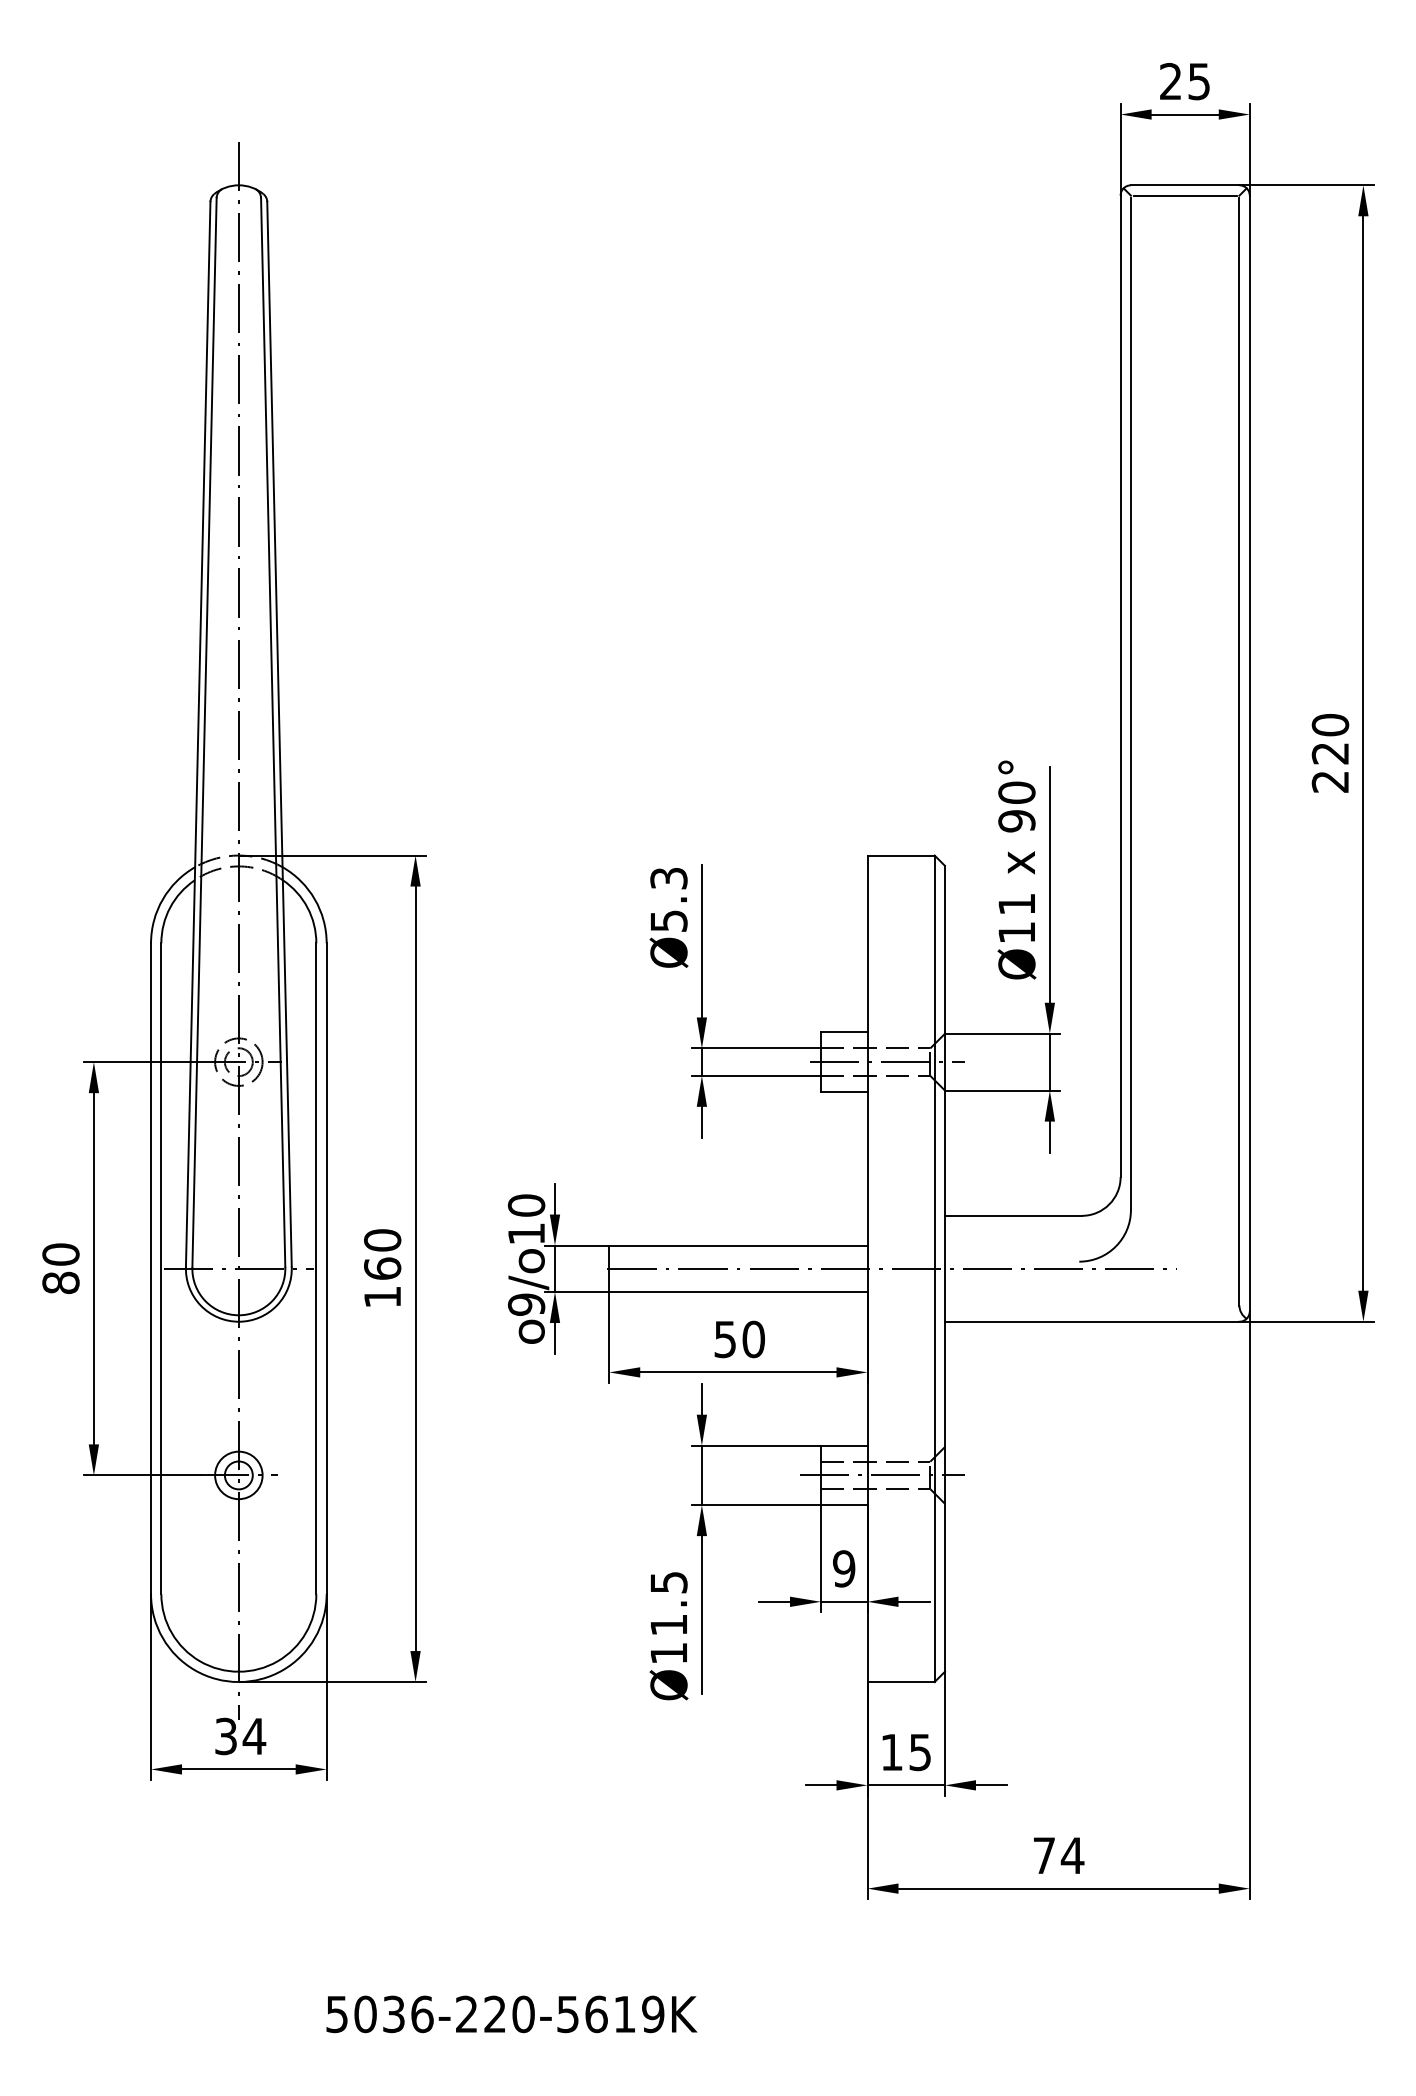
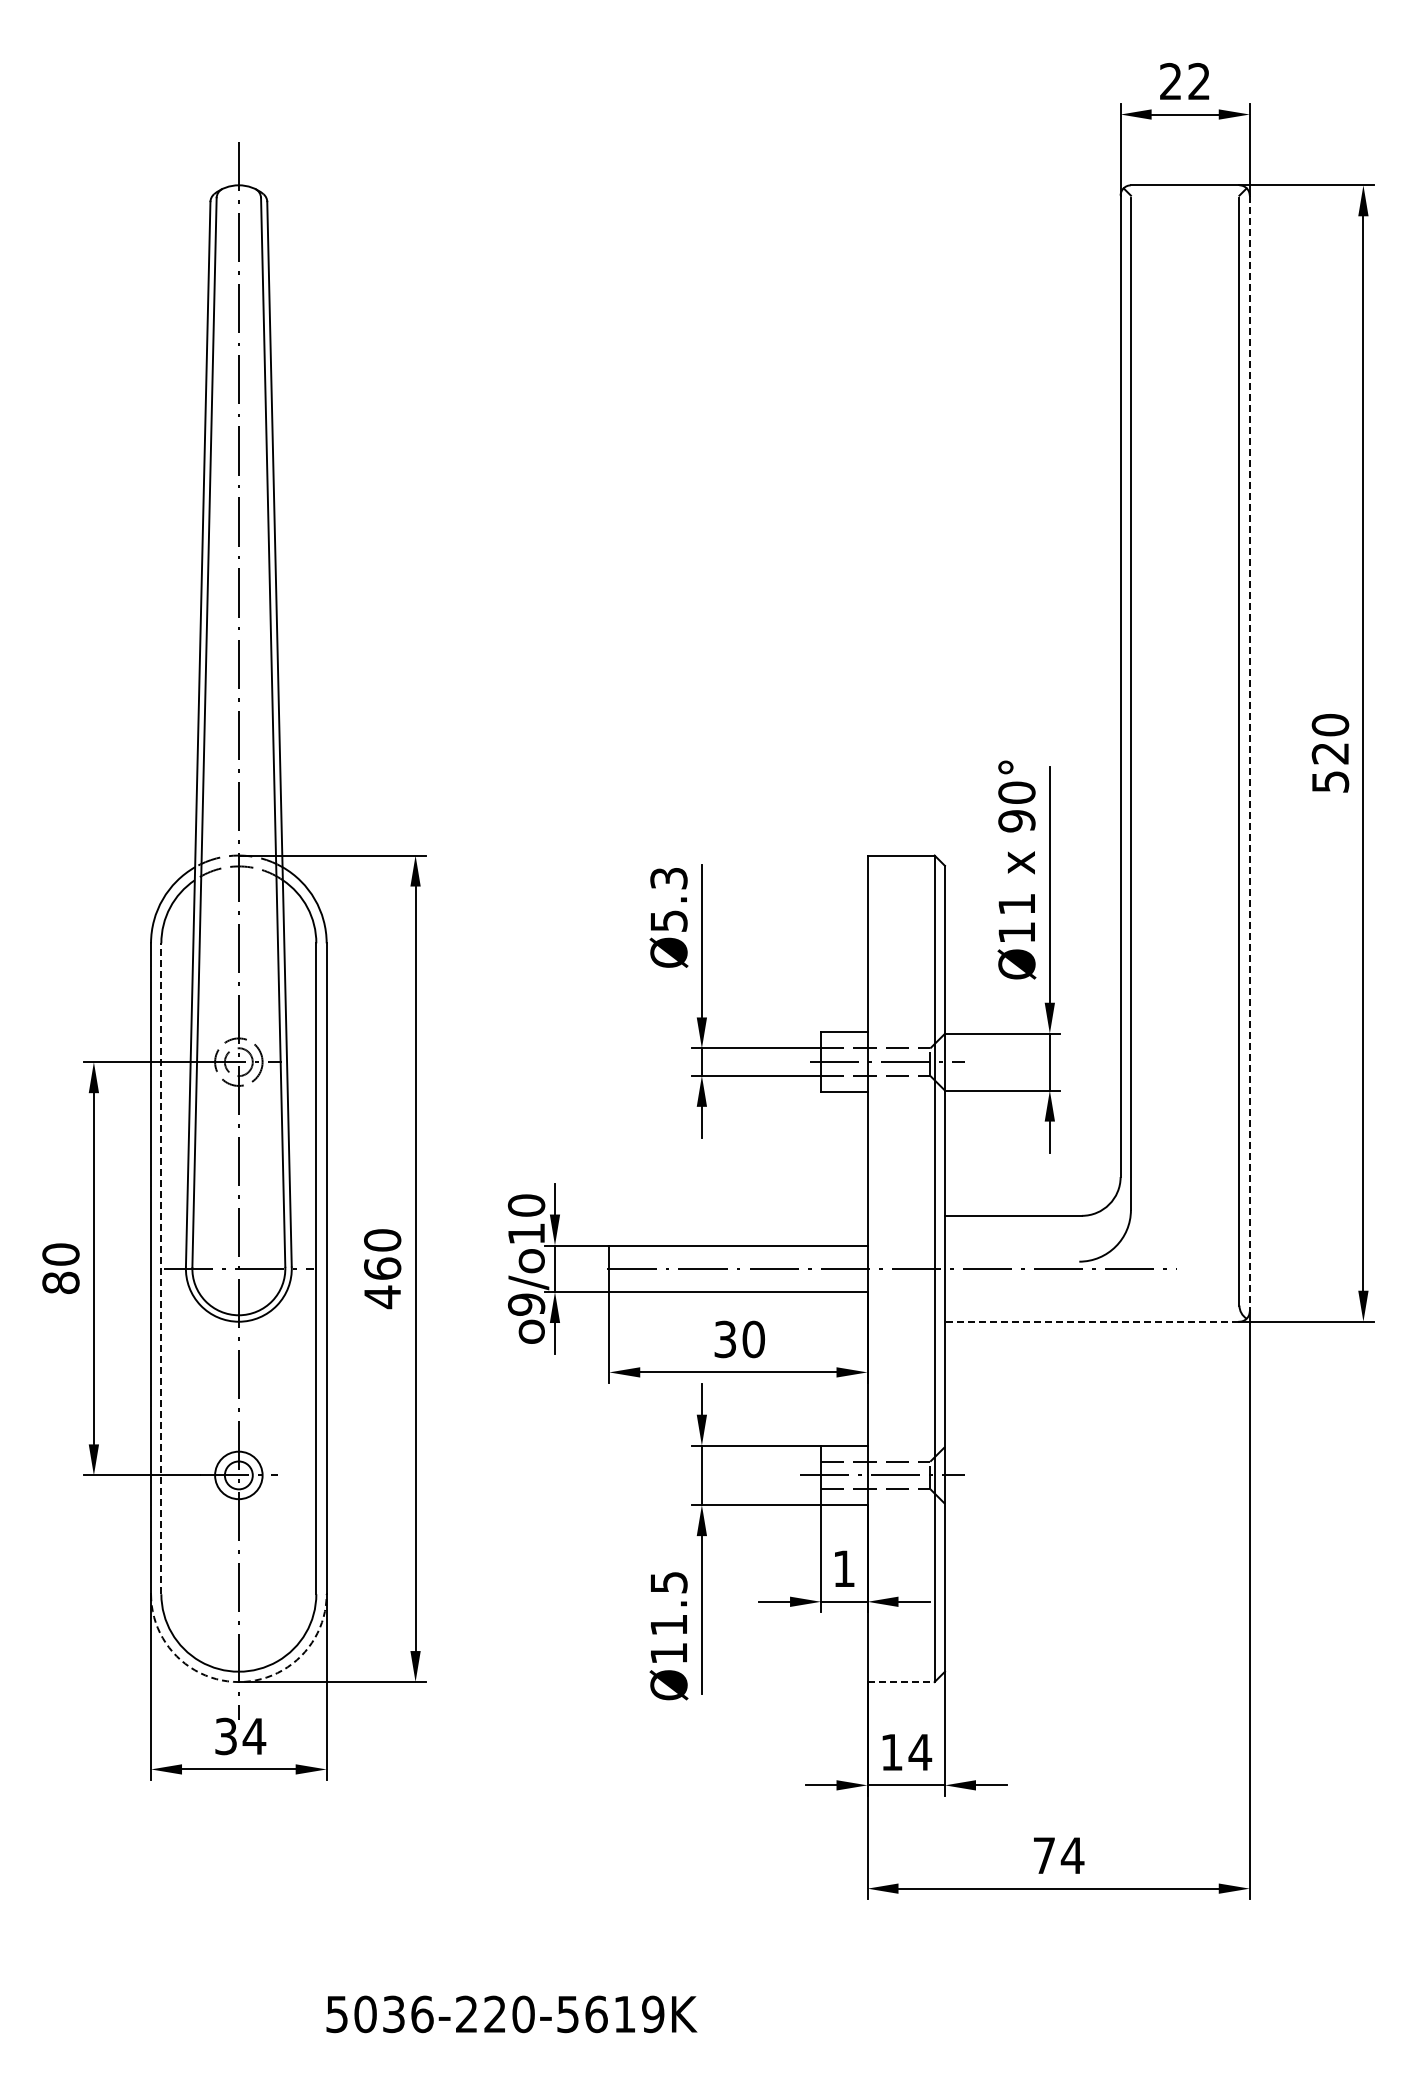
text at (1198, 81): 25 -> 22
line at (1184, 195): present -> none
line at (1249, 753): solid -> dashed
text at (1330, 781): 220 -> 520
line at (161, 1268): solid -> dashed
text at (382, 1297): 160 -> 460
line at (1091, 1321): solid -> dashed
text at (725, 1338): 50 -> 30
text at (844, 1568): 9 -> 1
arc at (238, 1682): solid -> dashed
line at (901, 1682): solid -> dashed
text at (920, 1752): 15 -> 14
